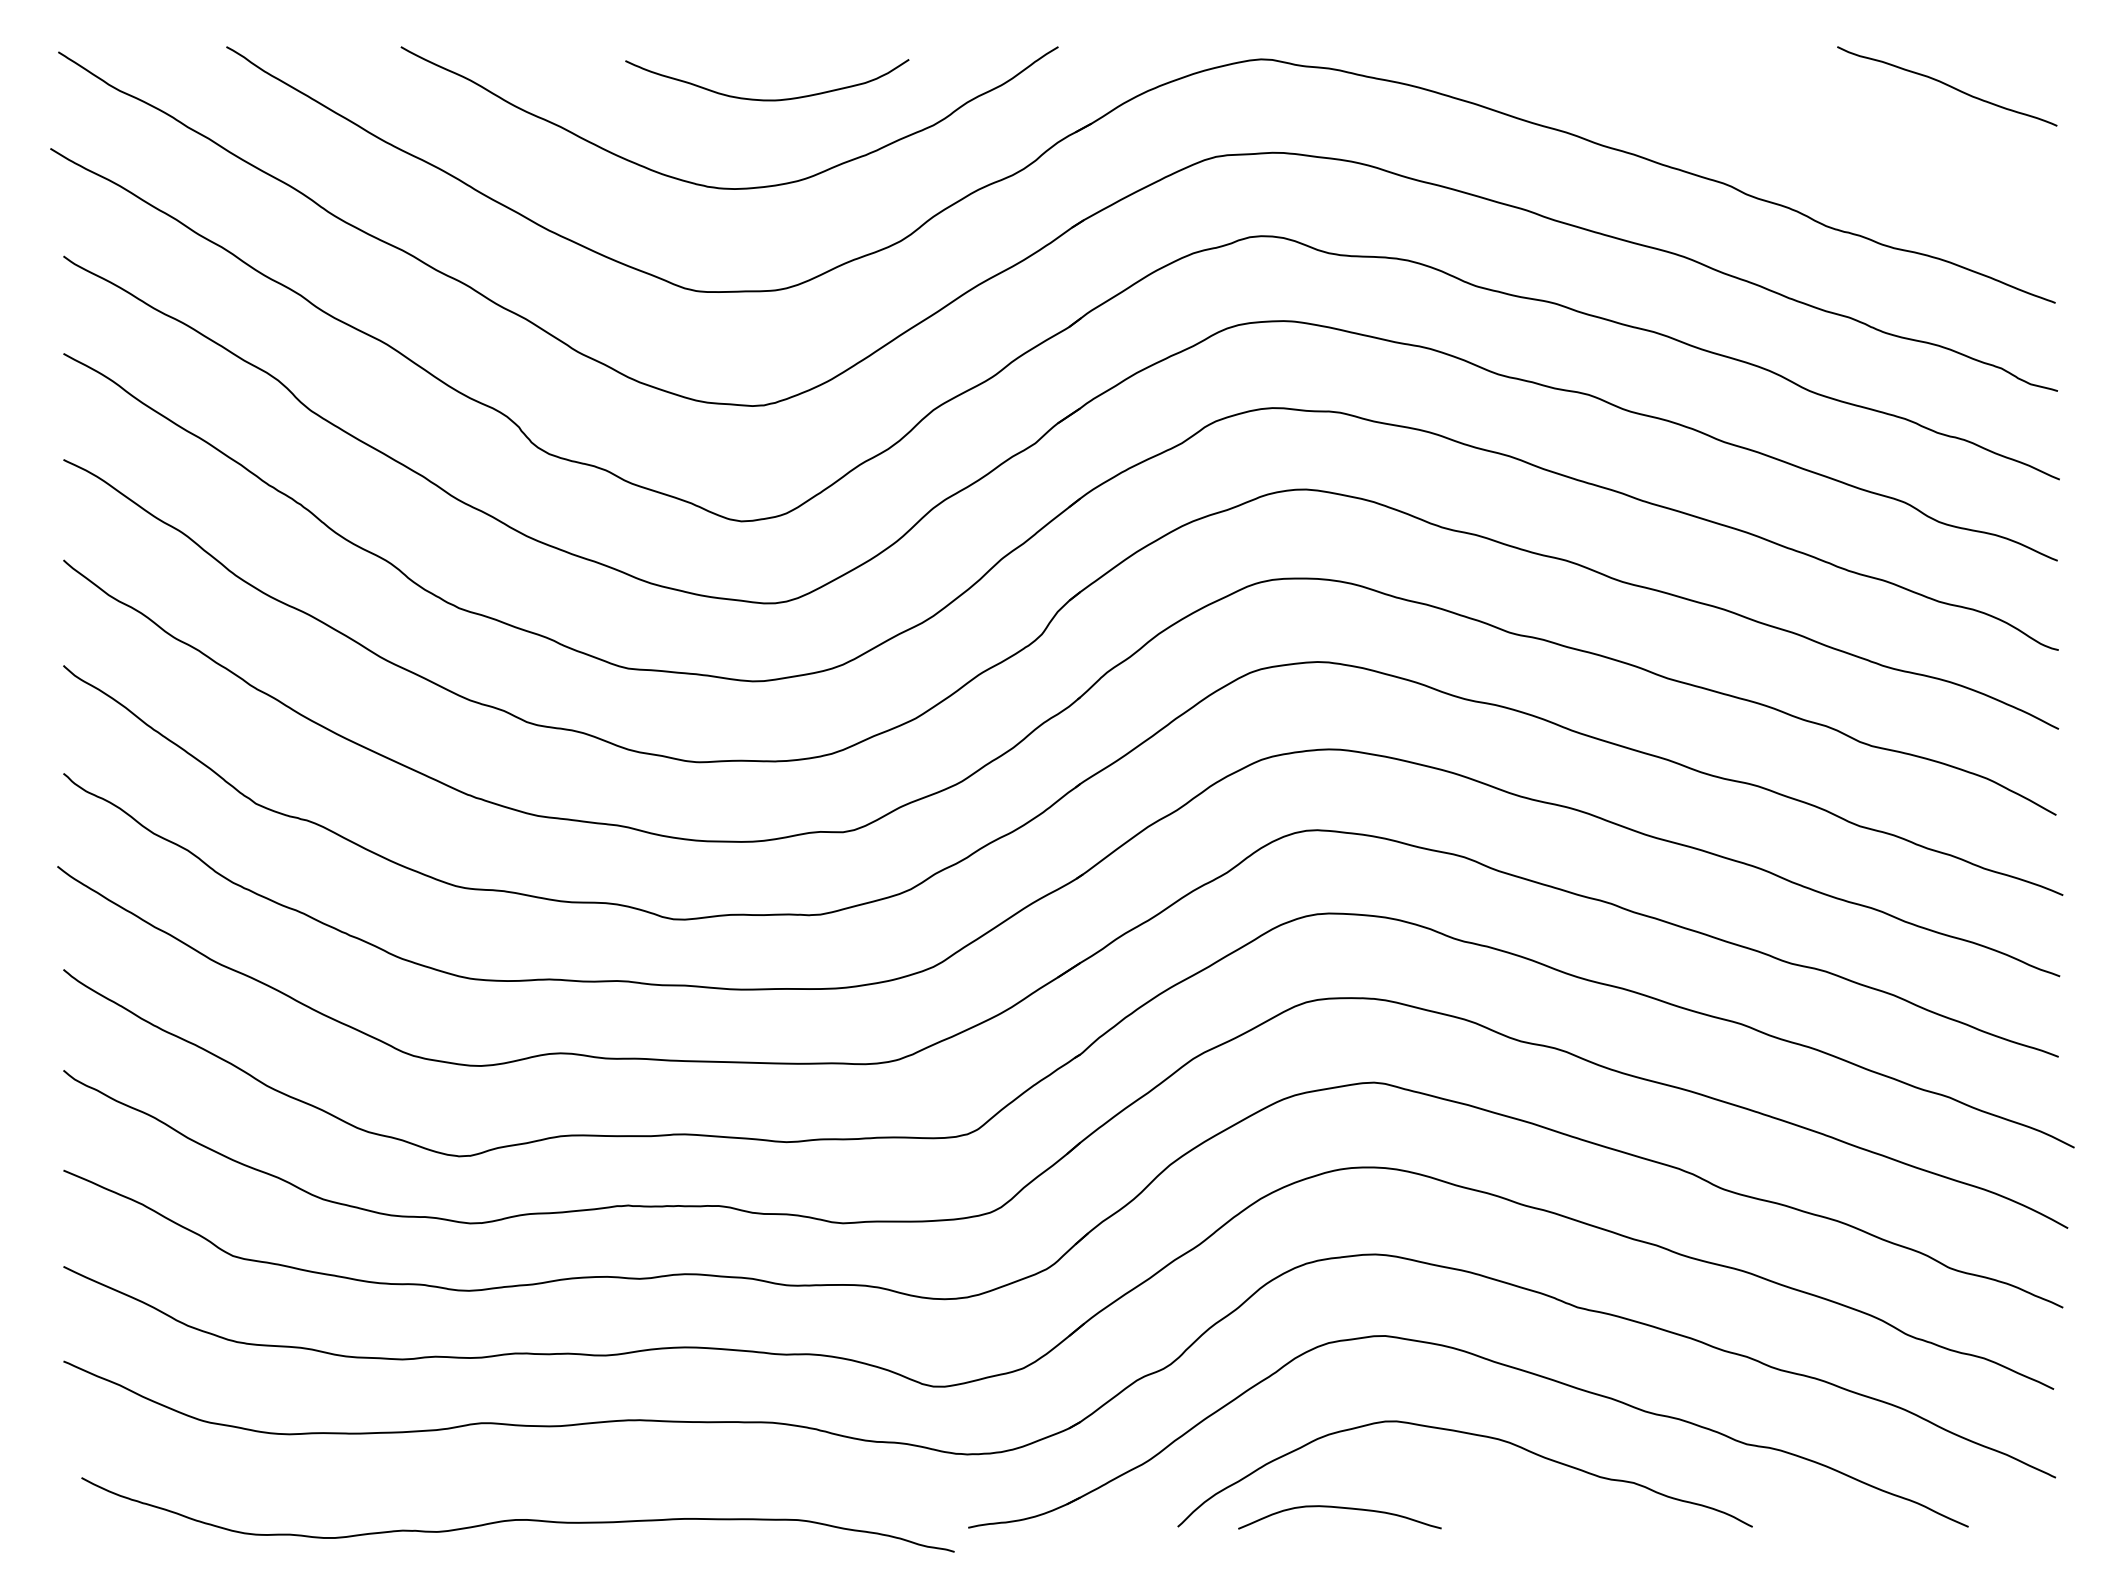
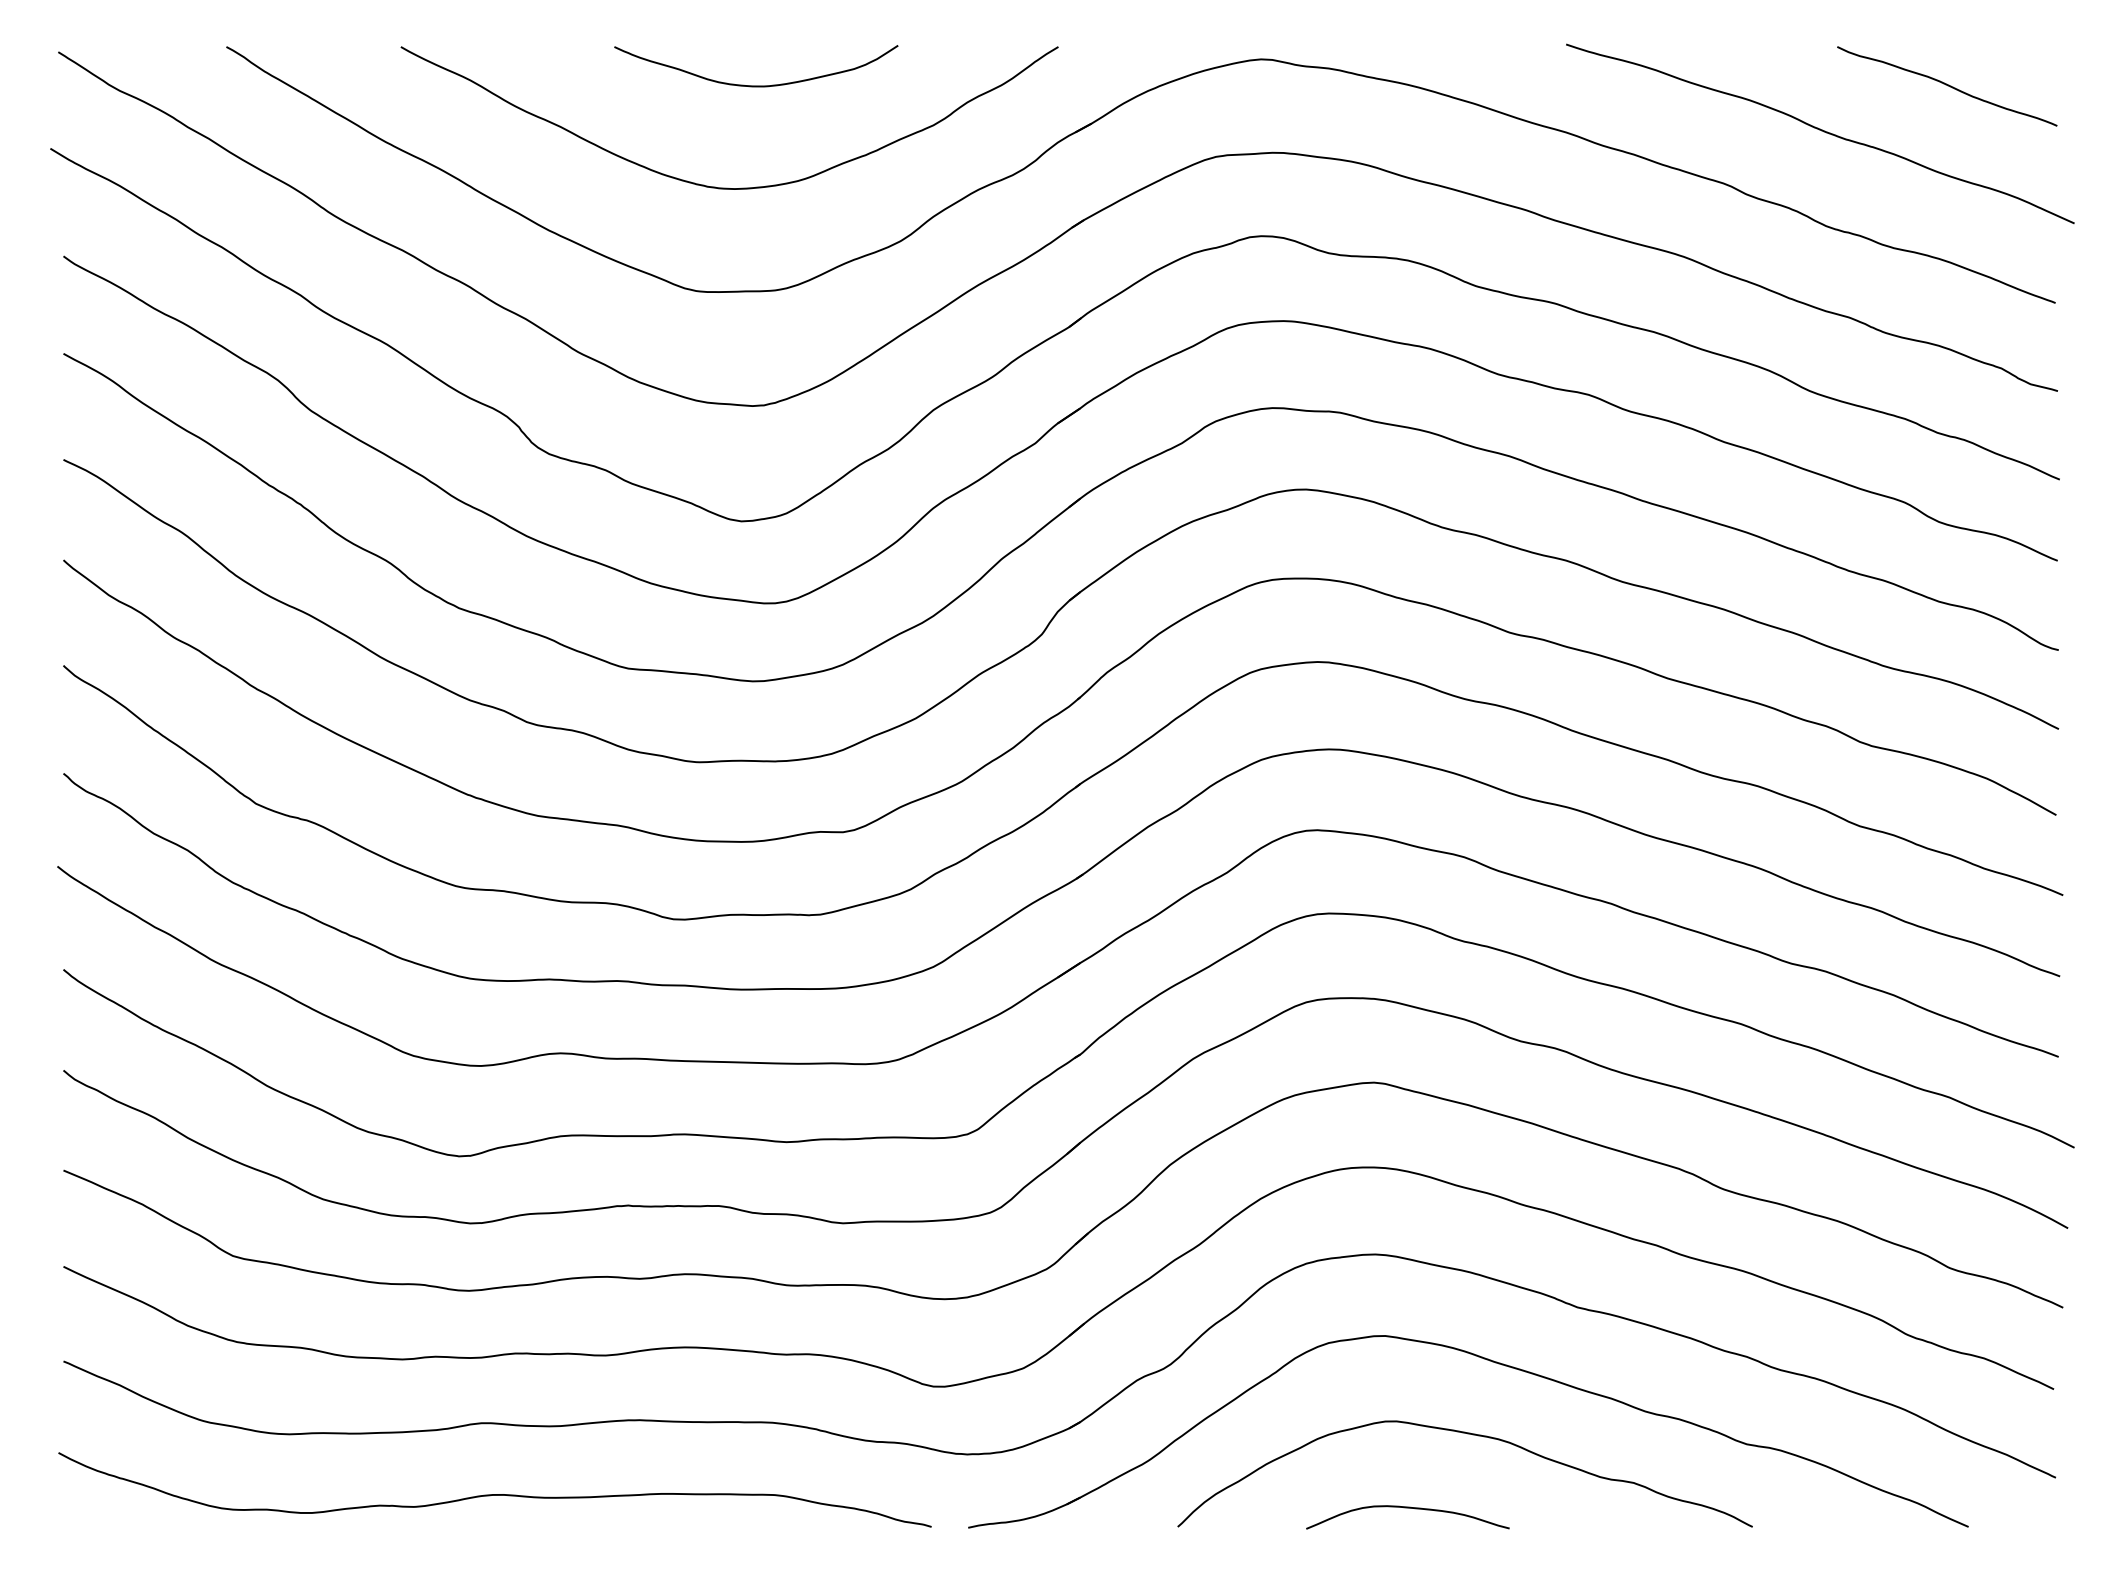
curve at (767, 99) position: (767, 99) -> (756, 85)
curve at (1821, 131): none -> present
curve at (1339, 1508) position: (1339, 1508) -> (1407, 1508)
curve at (517, 1519) position: (517, 1519) -> (494, 1494)
